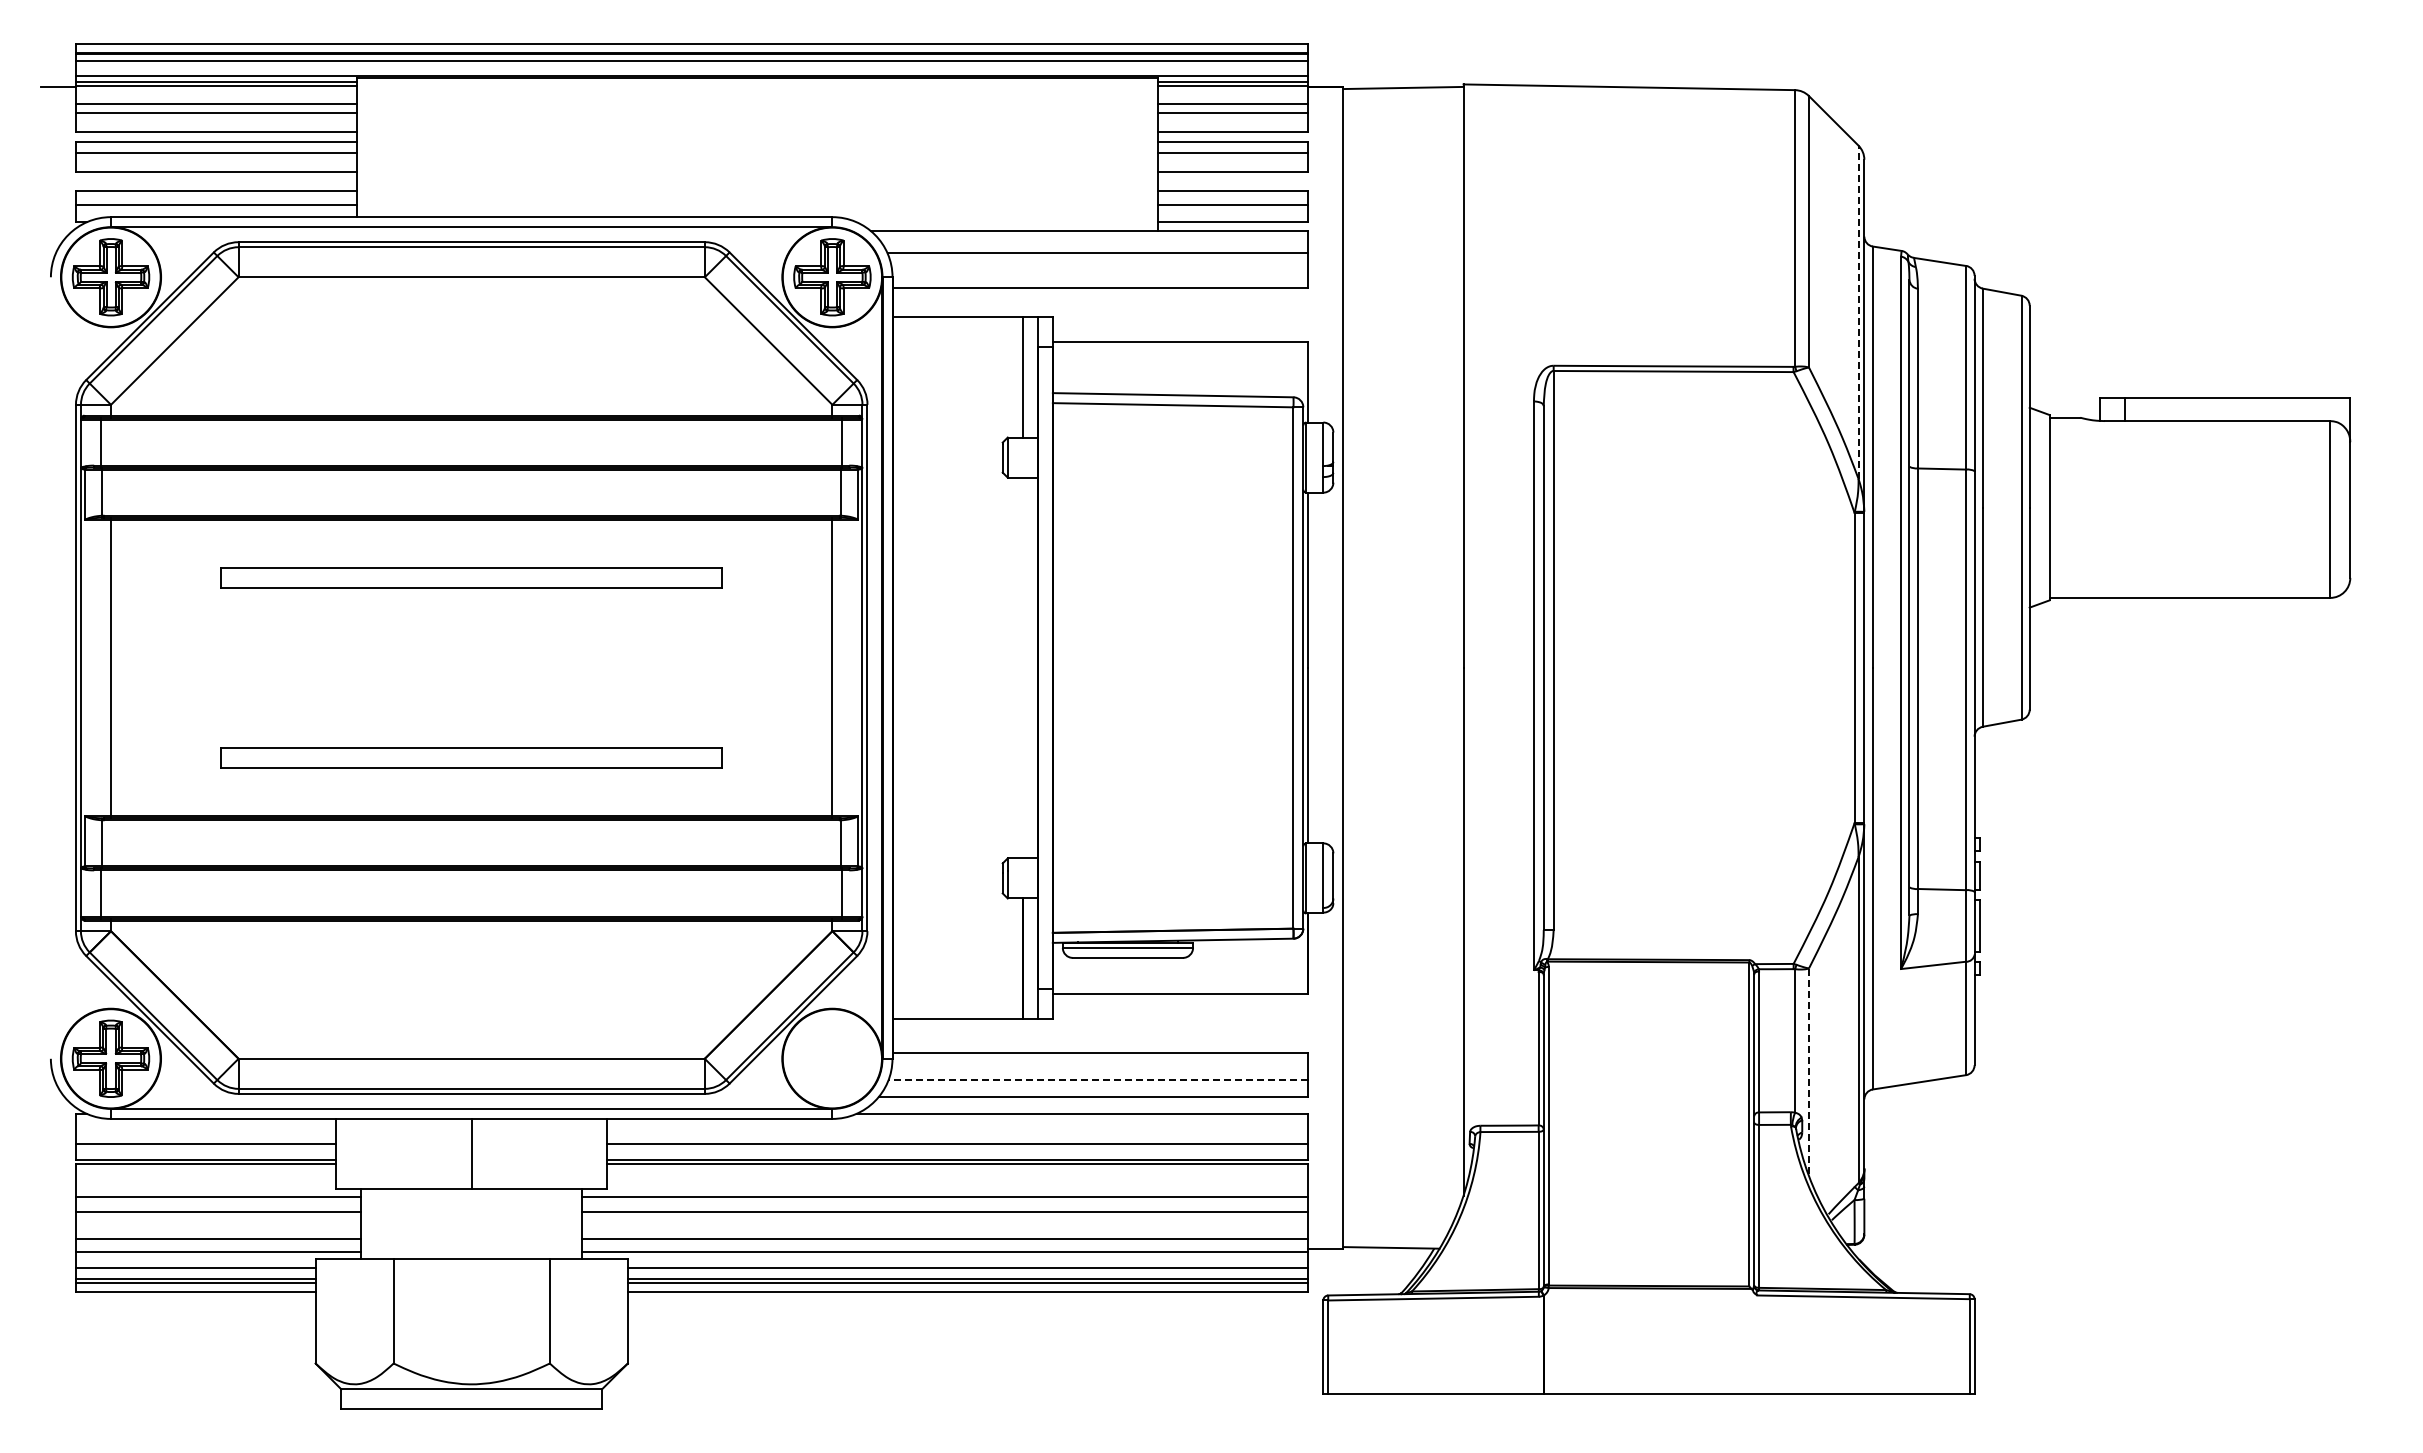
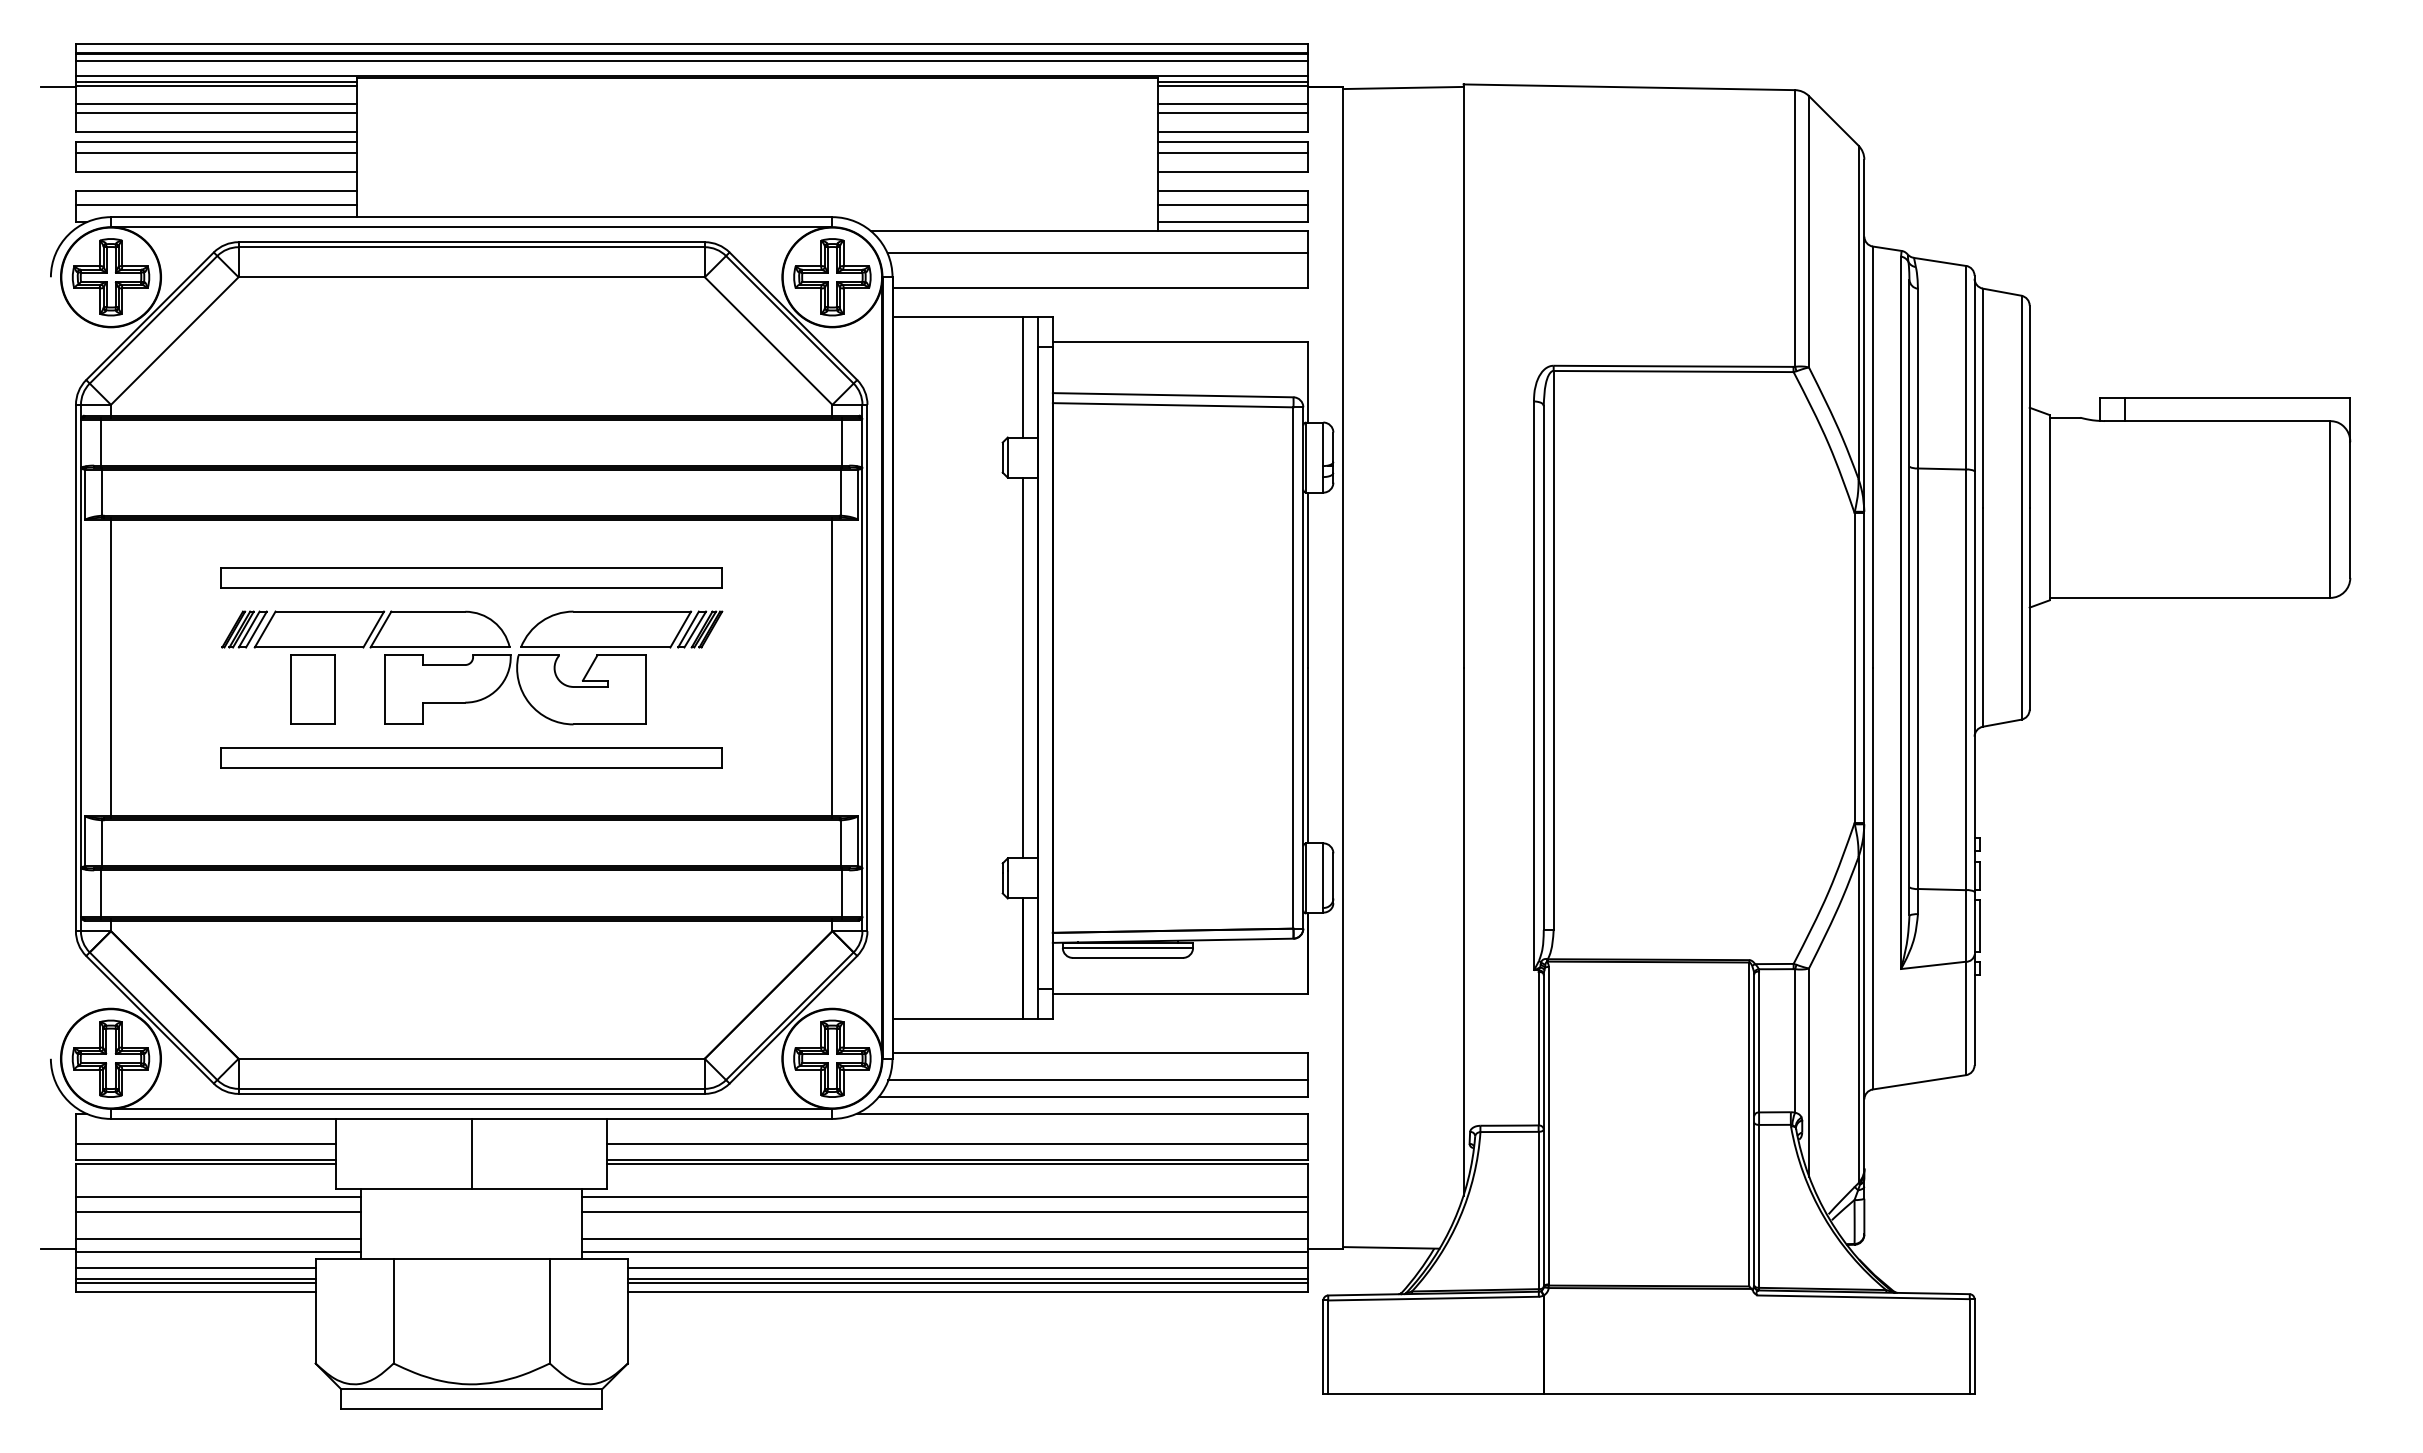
line at (1858, 312): dashed -> solid
part at (472, 667): none -> present
line at (1022, 667): none -> present
part at (832, 1058): none -> present
line at (1808, 1073): dashed -> solid
line at (1098, 1080): dashed -> solid
line at (57, 1249): none -> present
